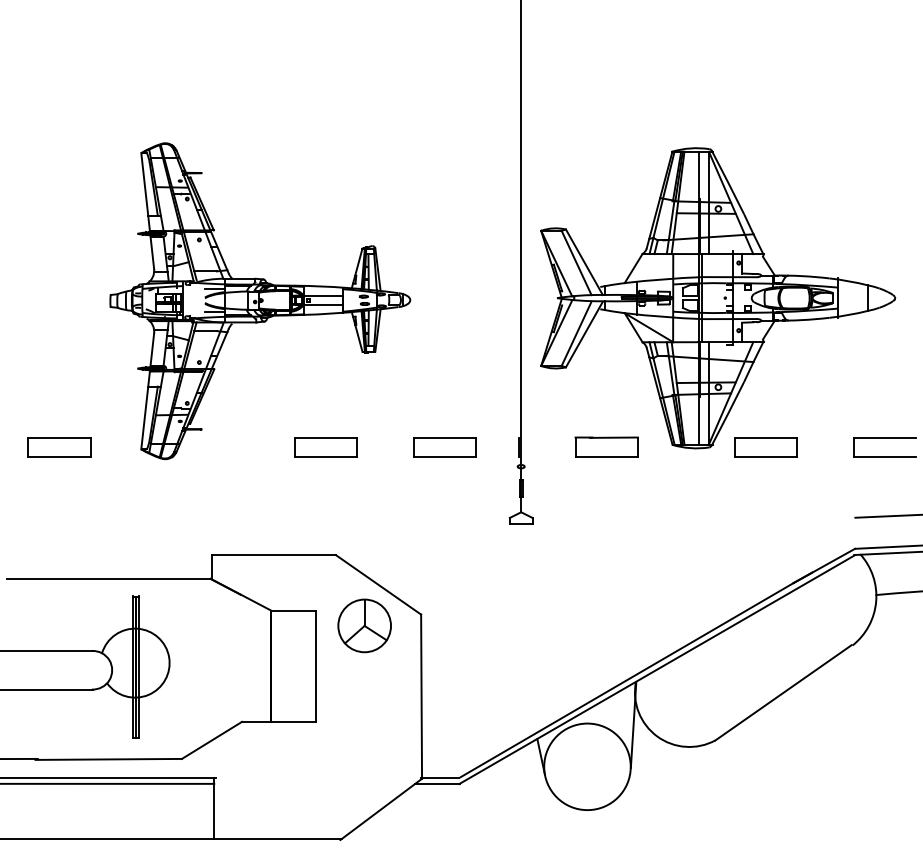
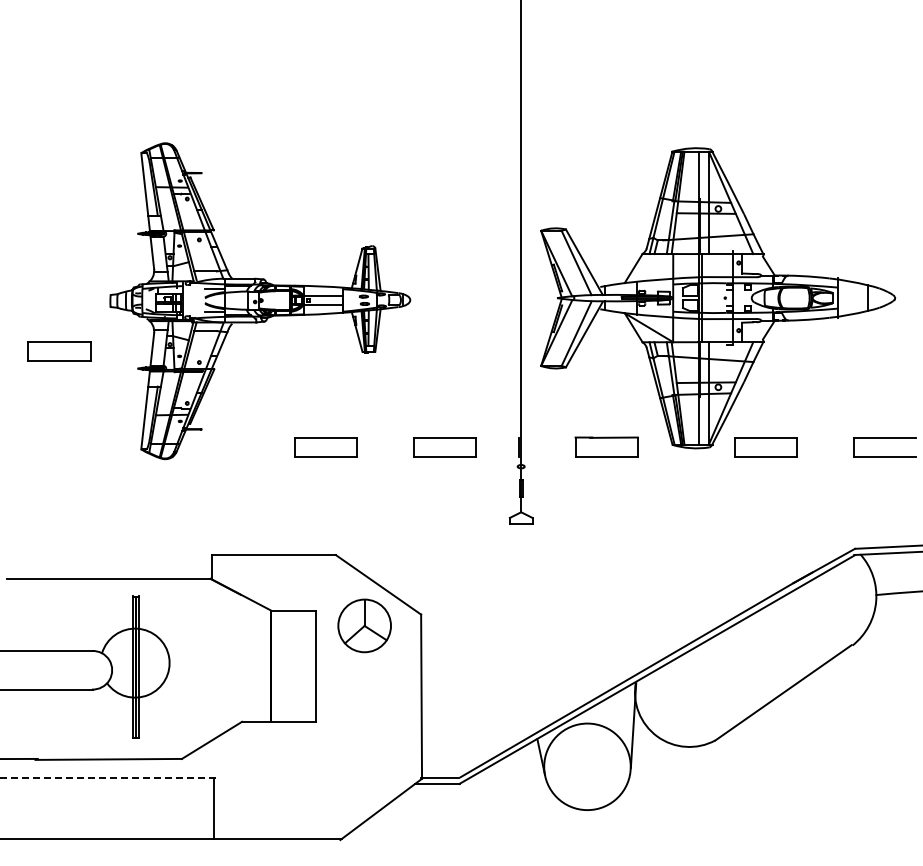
part at (59, 447) position: (59, 447) -> (59, 351)
line at (887, 515): present -> none
line at (107, 777): solid -> dashed
line at (108, 783): present -> none
